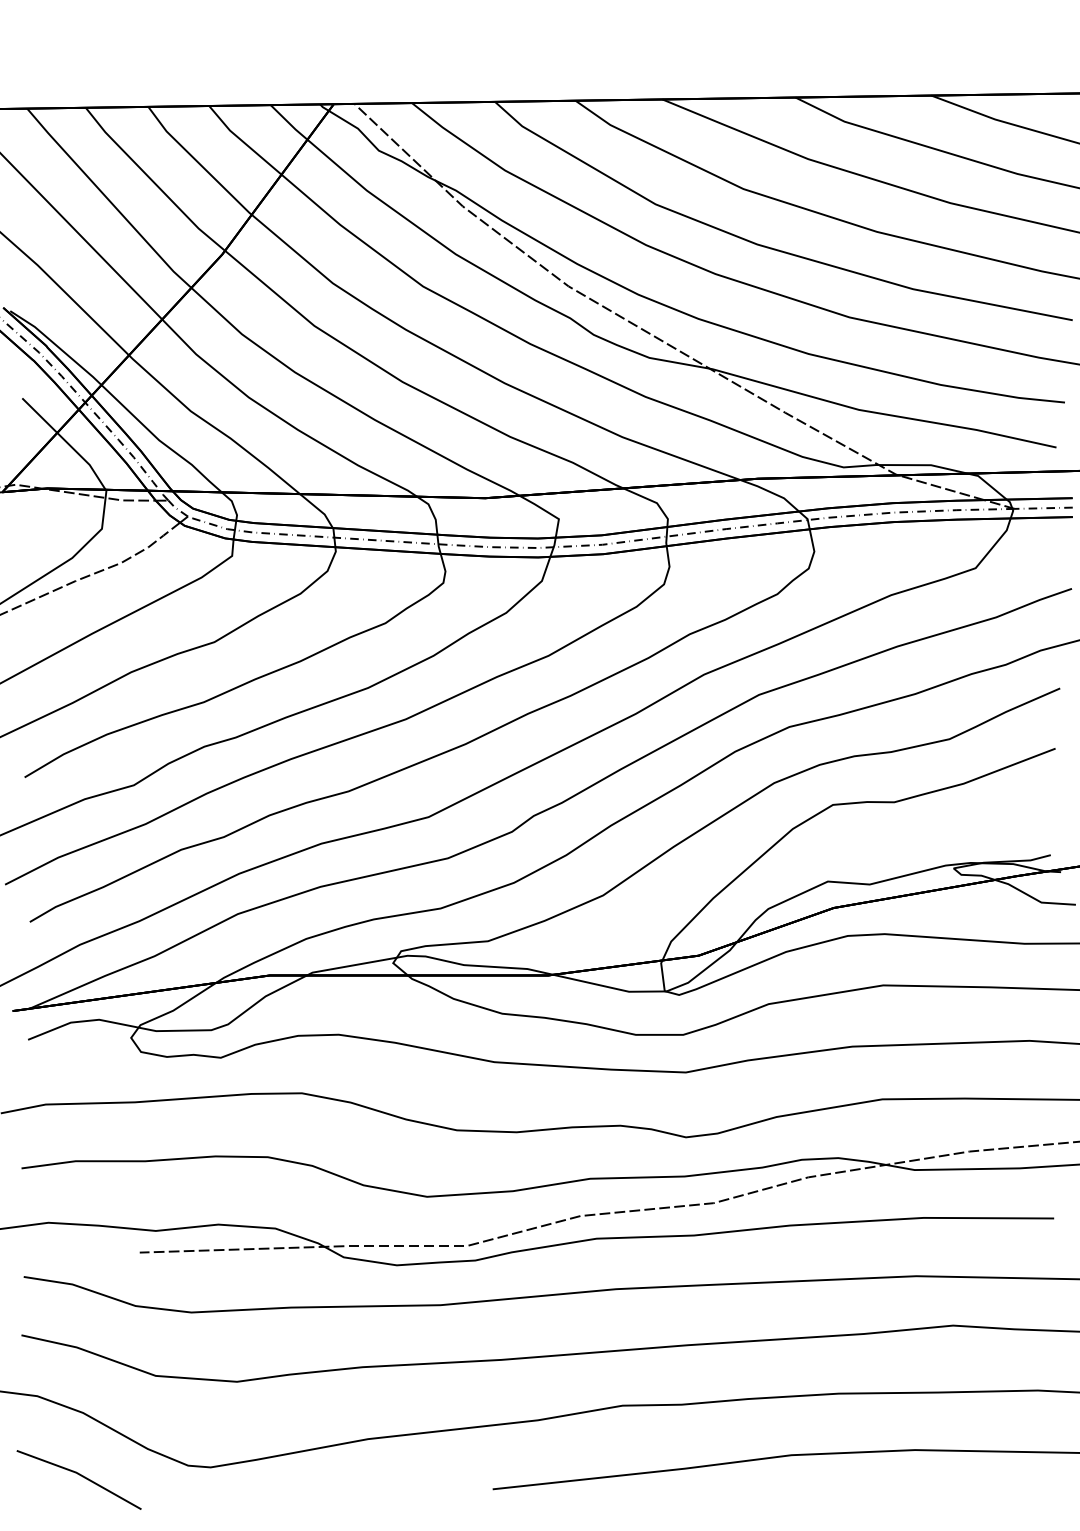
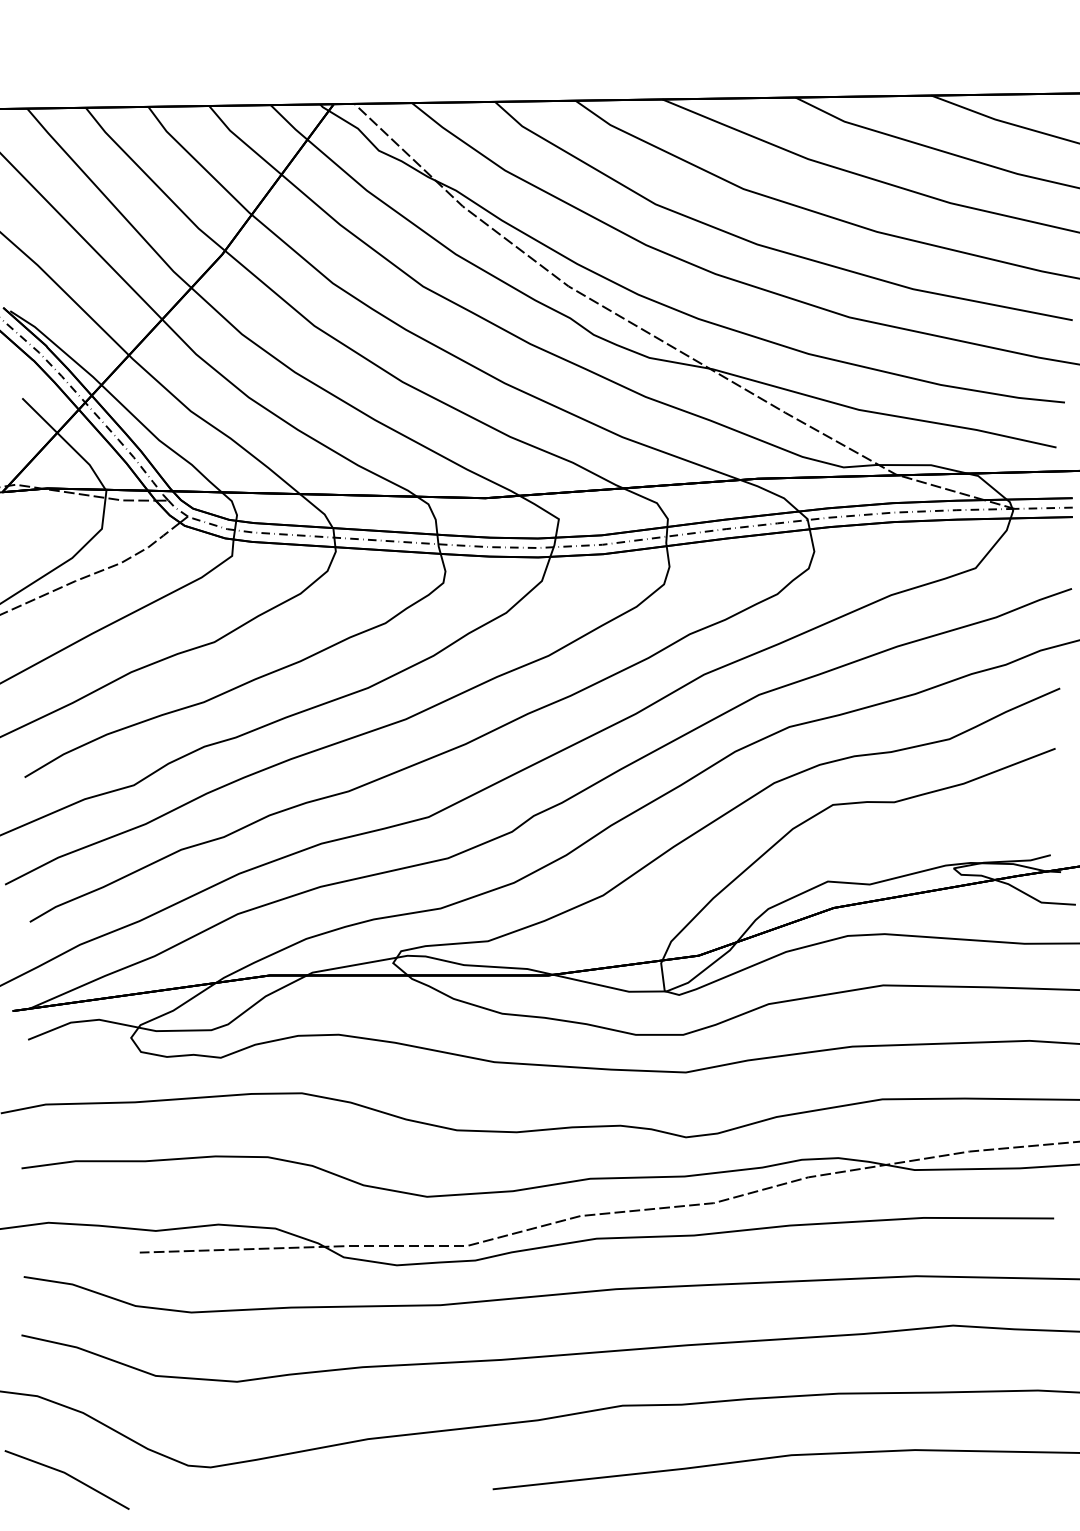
line at (80, 1476) position: (80, 1476) -> (68, 1476)
